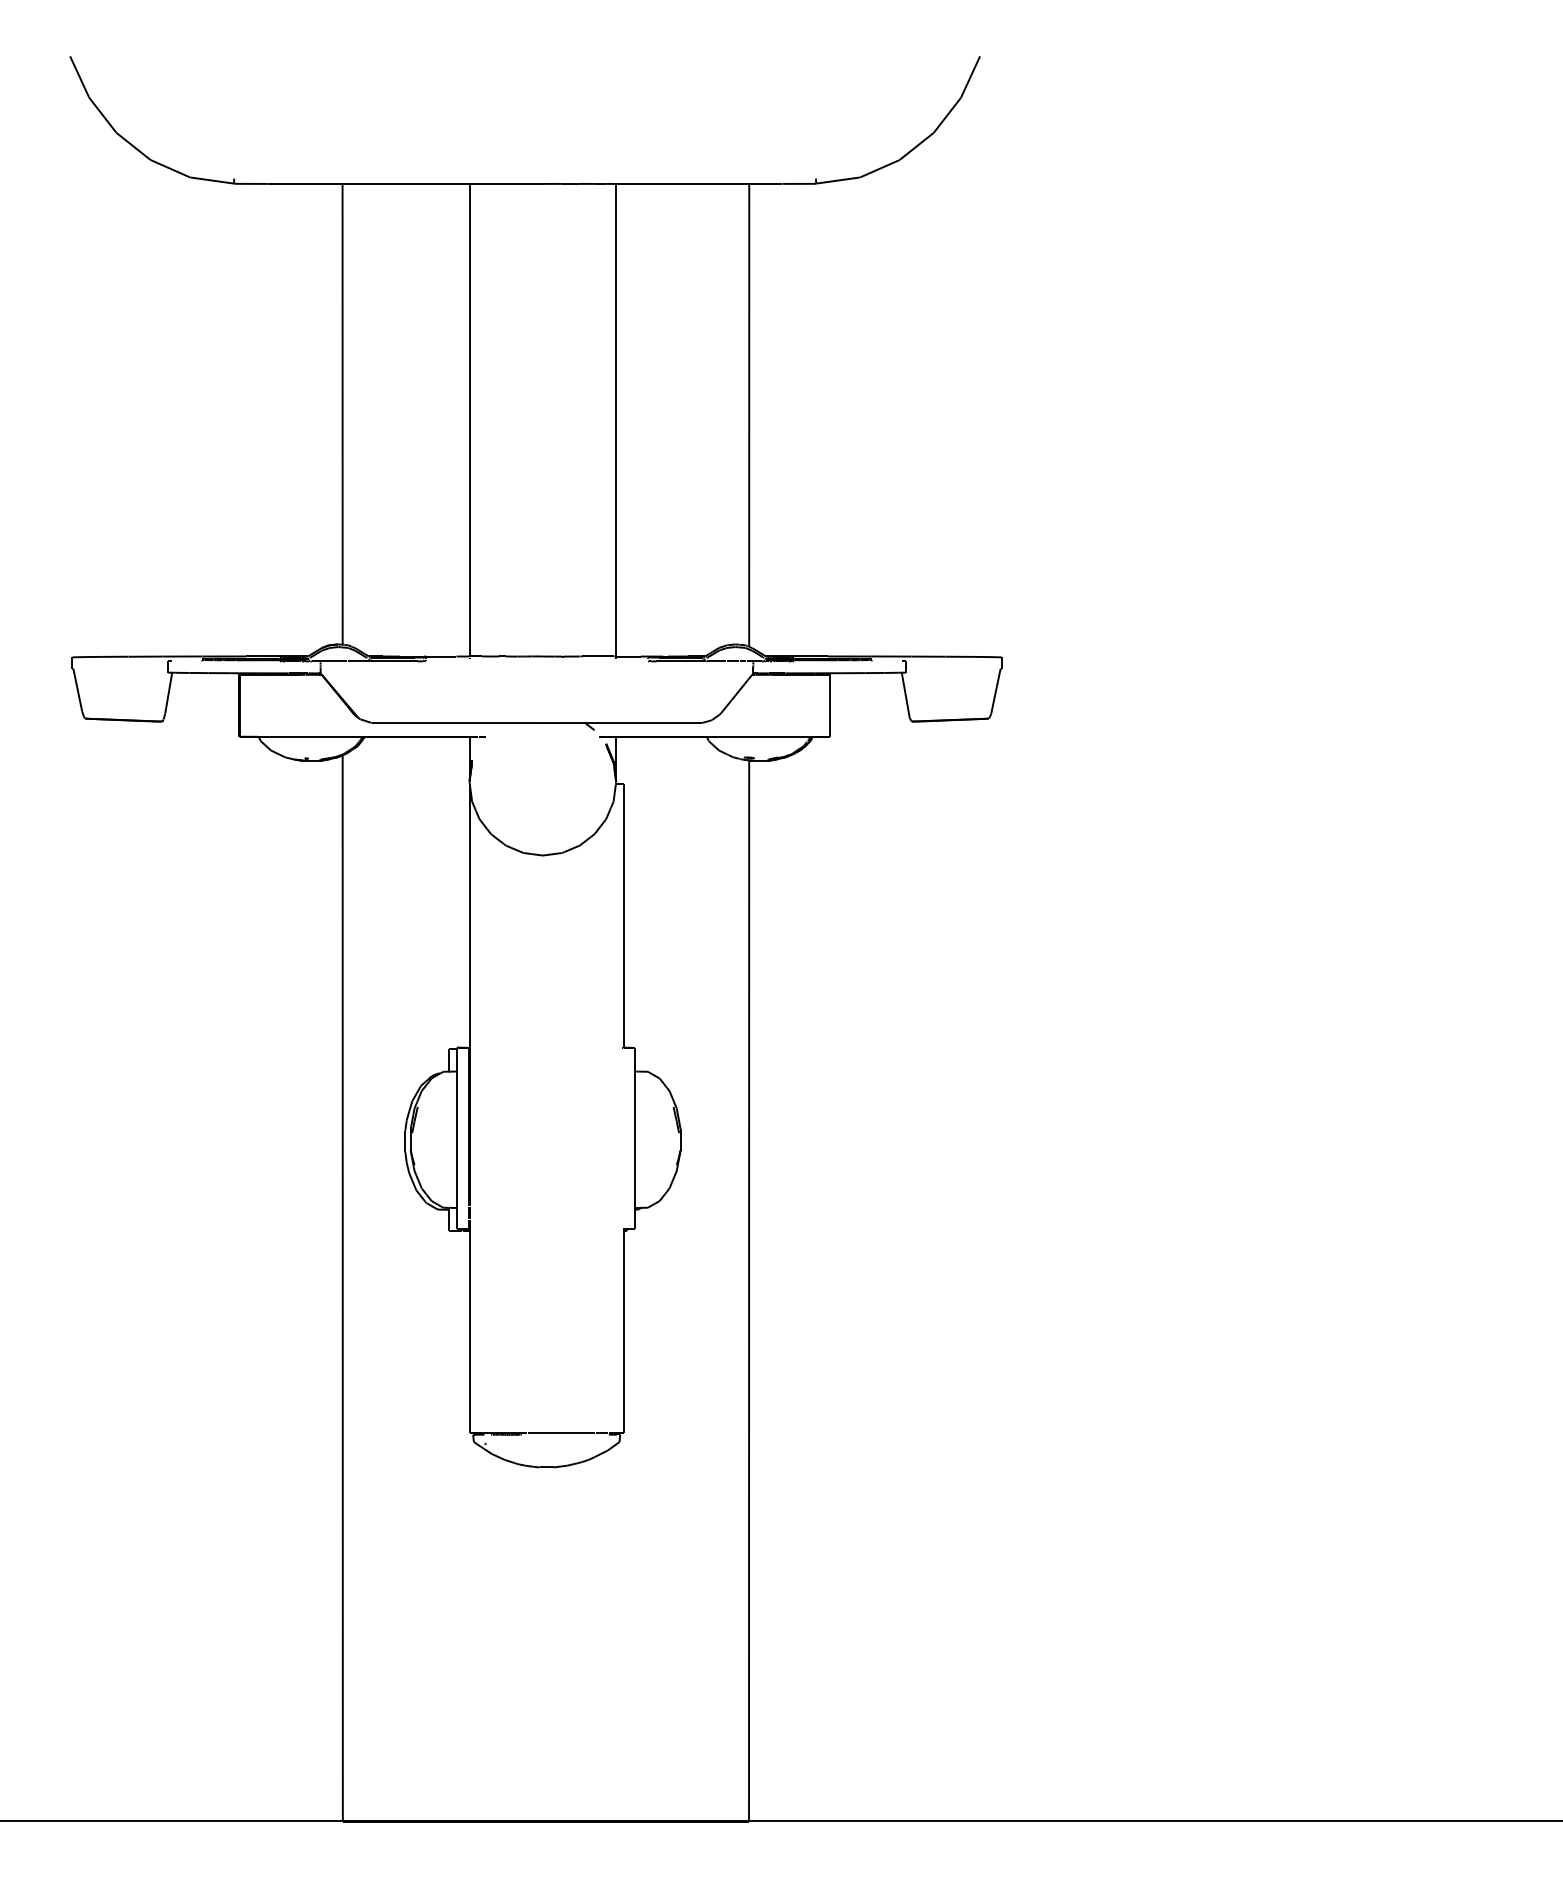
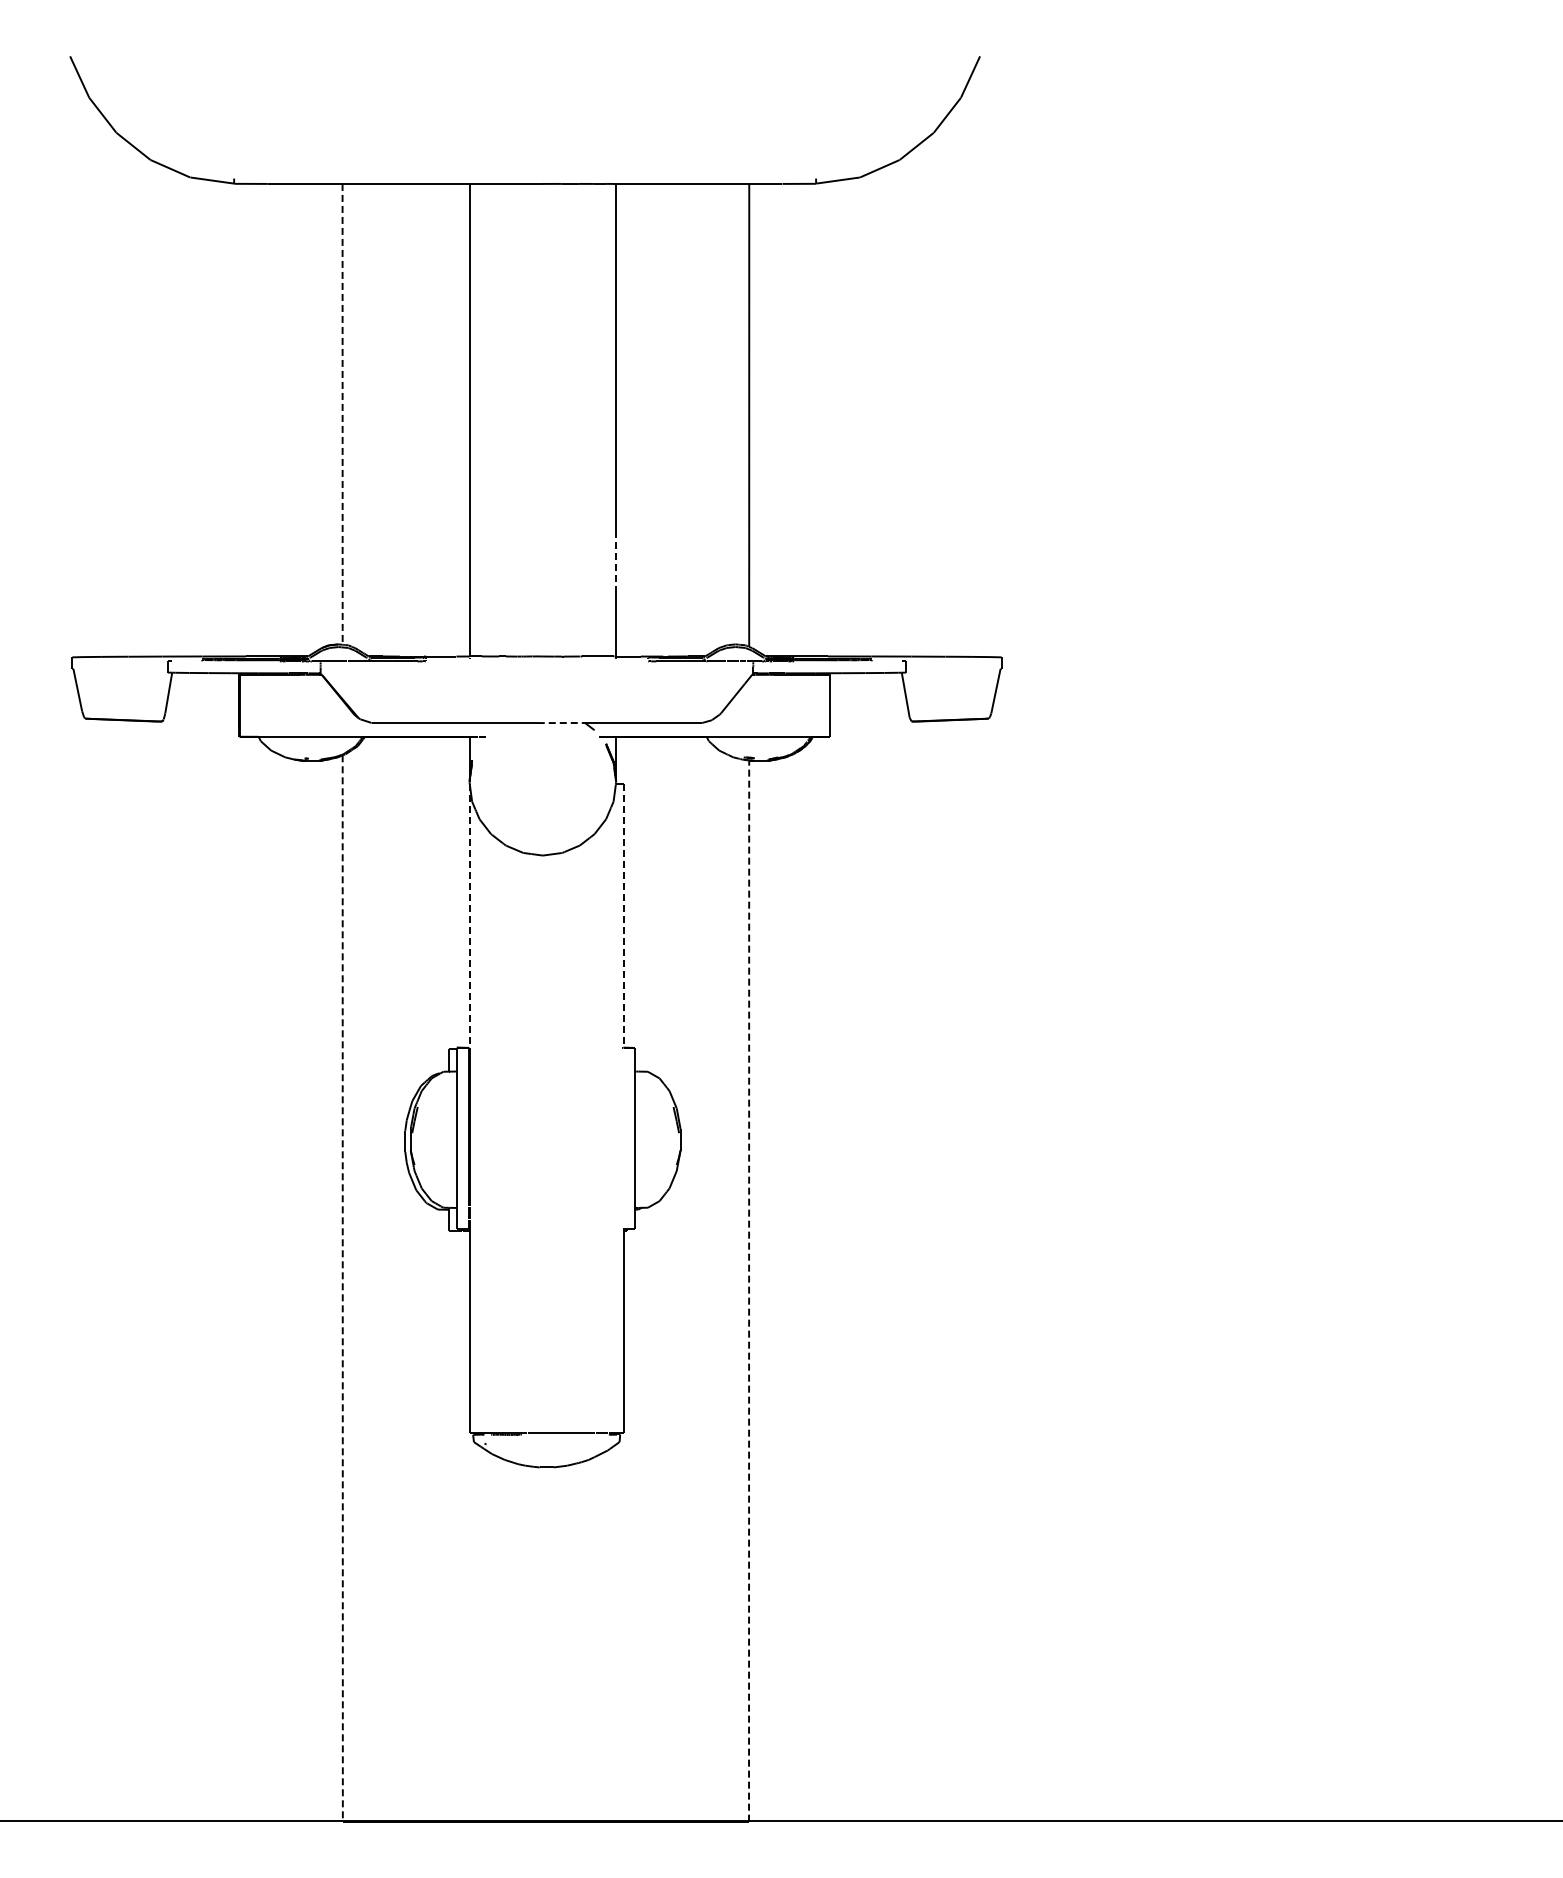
line at (342, 414): solid -> dashed
line at (616, 564): solid -> dashed
line at (561, 723): solid -> dashed
line at (623, 915): solid -> dashed
line at (469, 917): solid -> dashed
line at (342, 1288): solid -> dashed
line at (749, 1290): solid -> dashed
